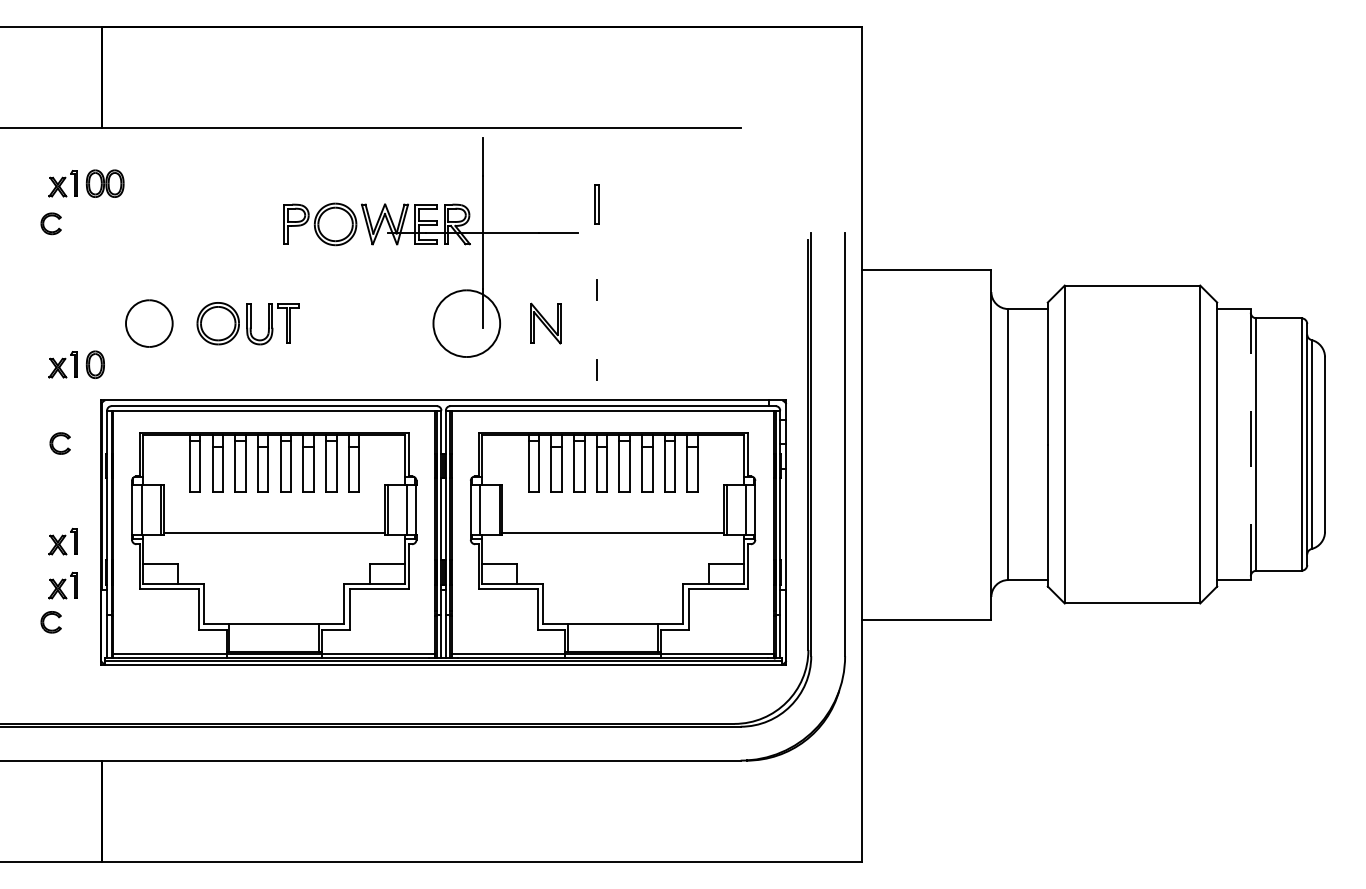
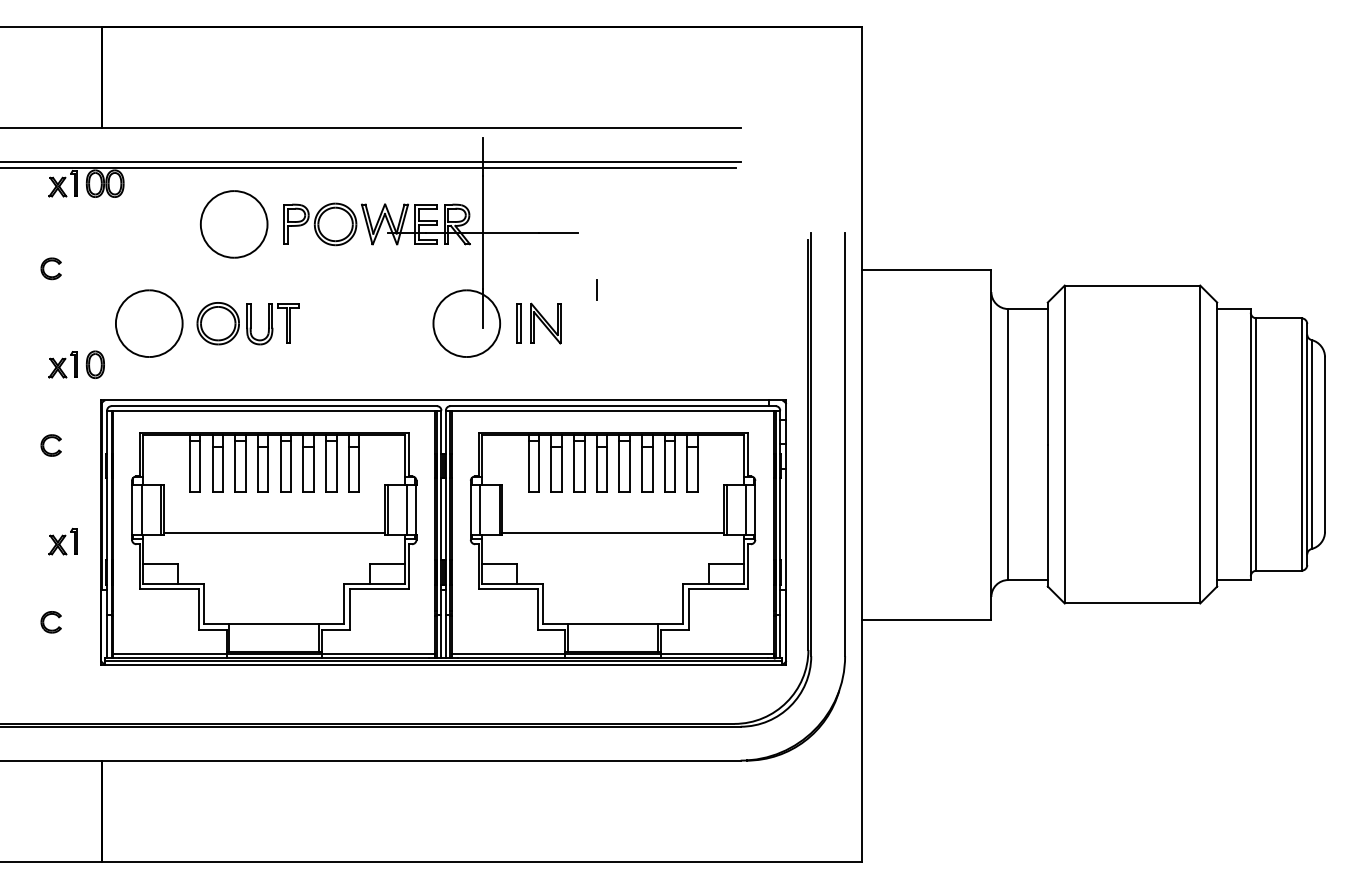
line at (371, 162): none -> present
line at (369, 167): none -> present
part at (596, 204) position: (596, 204) -> (518, 323)
part at (50, 223) position: (50, 223) -> (50, 268)
part at (234, 224): none -> present
part at (149, 323) size: 49x49 px -> 69x69 px
line at (596, 369): present -> none
part at (59, 443) position: (59, 443) -> (50, 445)
line at (1250, 444): dashed -> solid
part at (62, 585): present -> none
